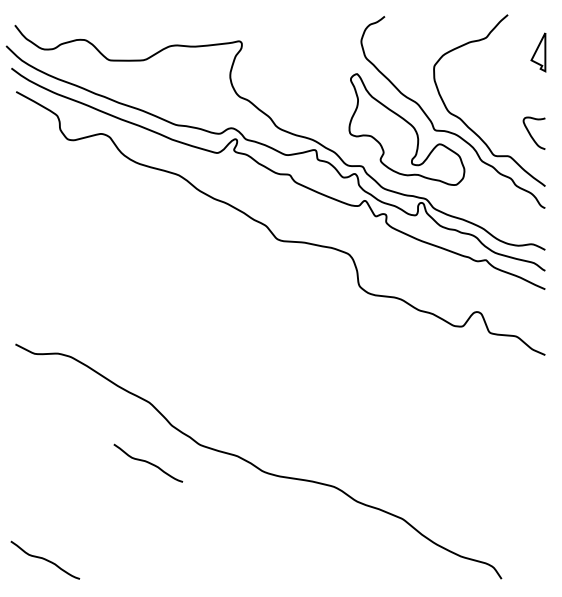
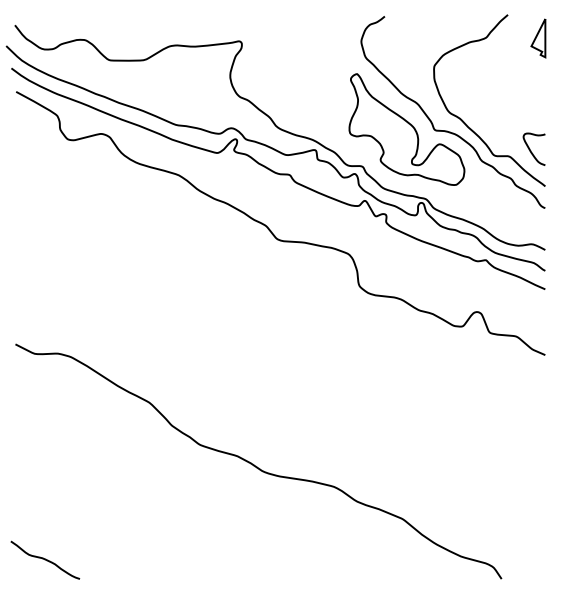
part at (538, 52) position: (538, 52) -> (538, 38)
curve at (531, 134) position: (531, 134) -> (531, 150)
curve at (148, 462): present -> none
